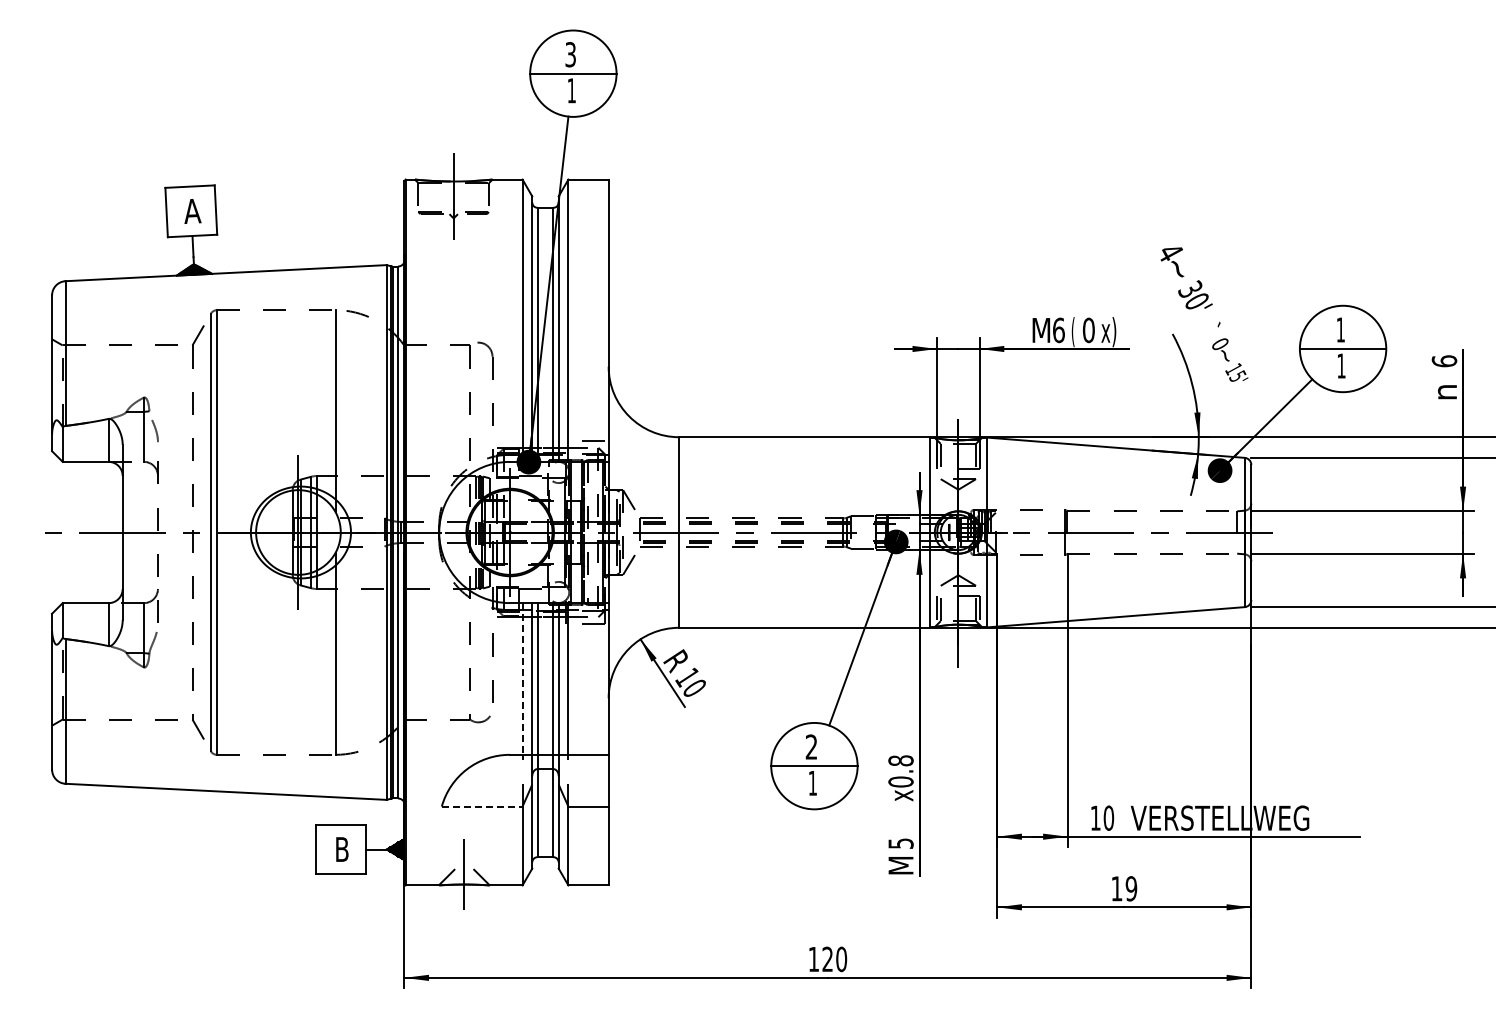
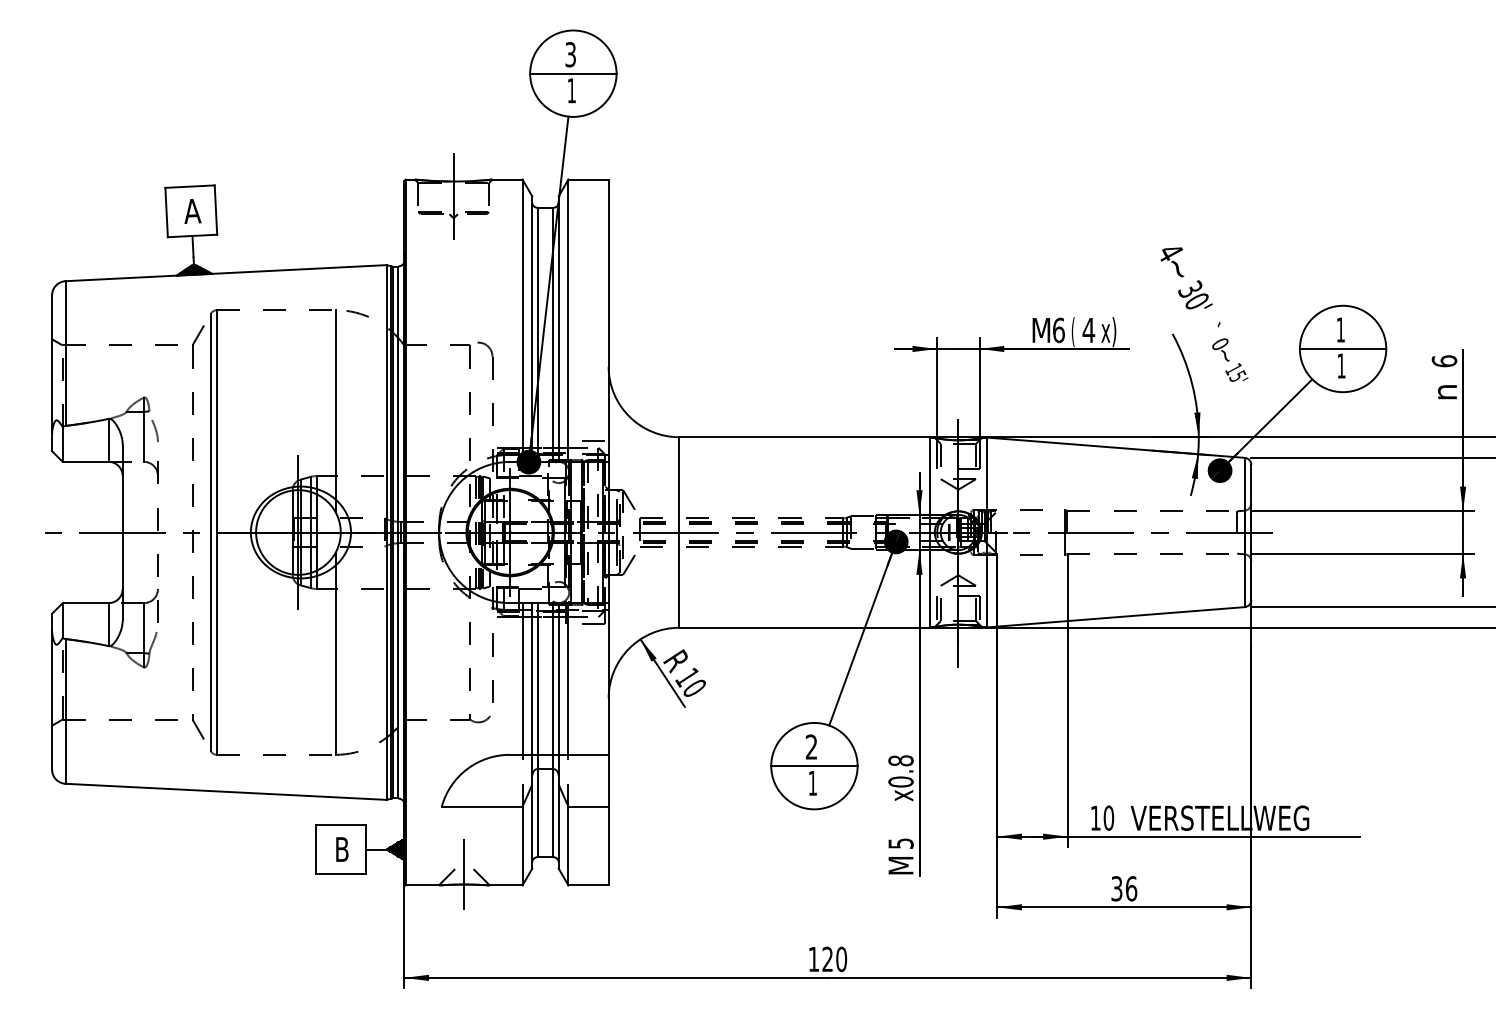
text at (1088, 330): 0 -> 4
line at (522, 678): dashed -> solid
line at (482, 806): dashed -> solid
text at (1124, 888): 19 -> 36
